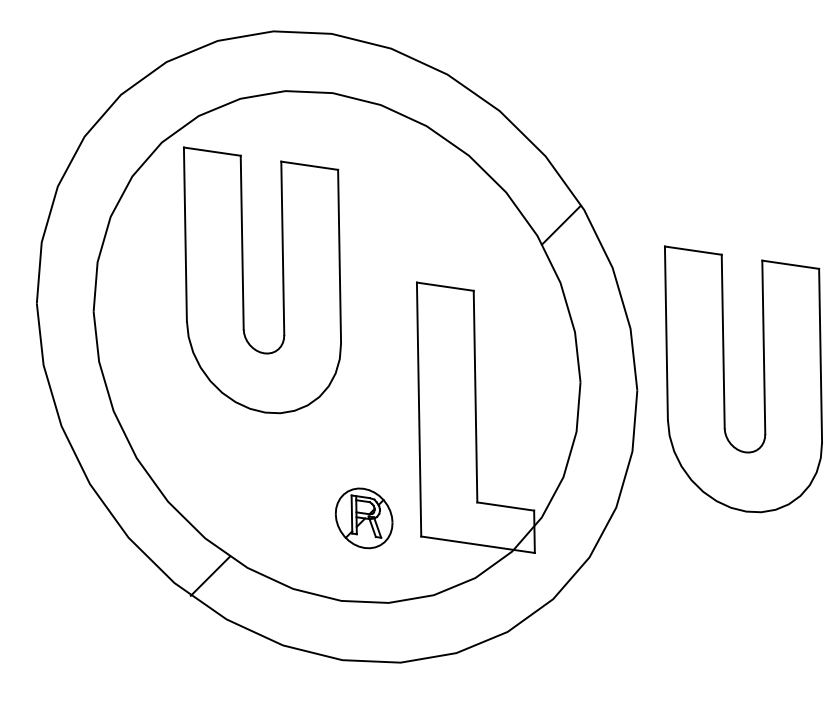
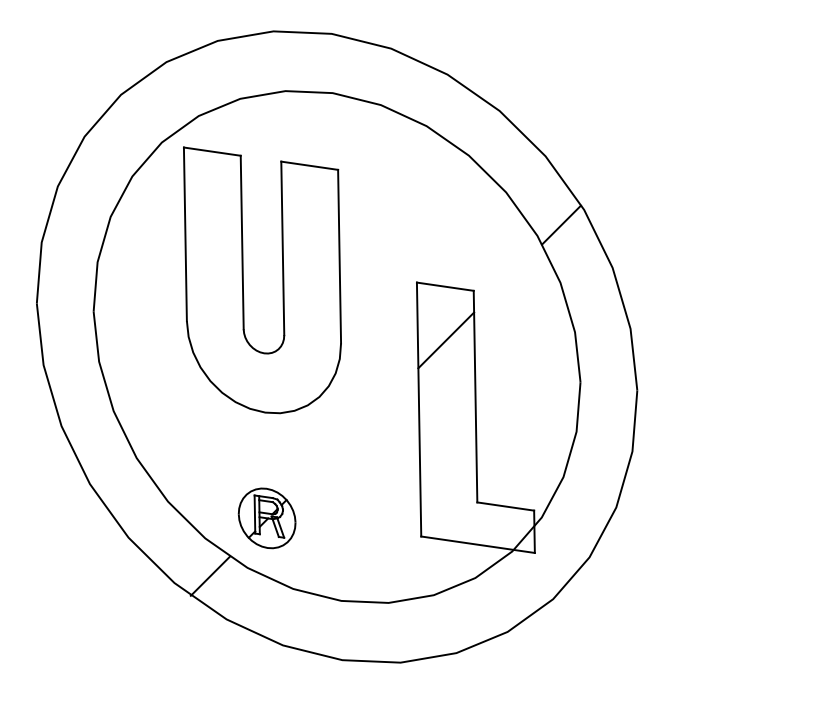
line at (446, 340): none -> present
part at (724, 379): present -> none
part at (363, 518) position: (363, 518) -> (266, 518)
